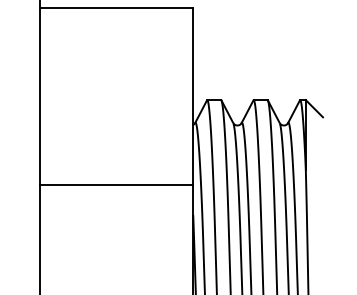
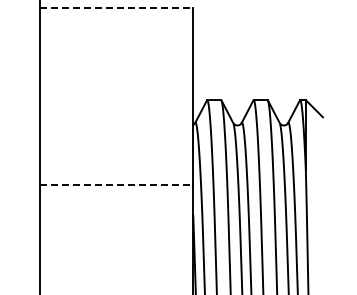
line at (116, 7): solid -> dashed
line at (116, 185): solid -> dashed
